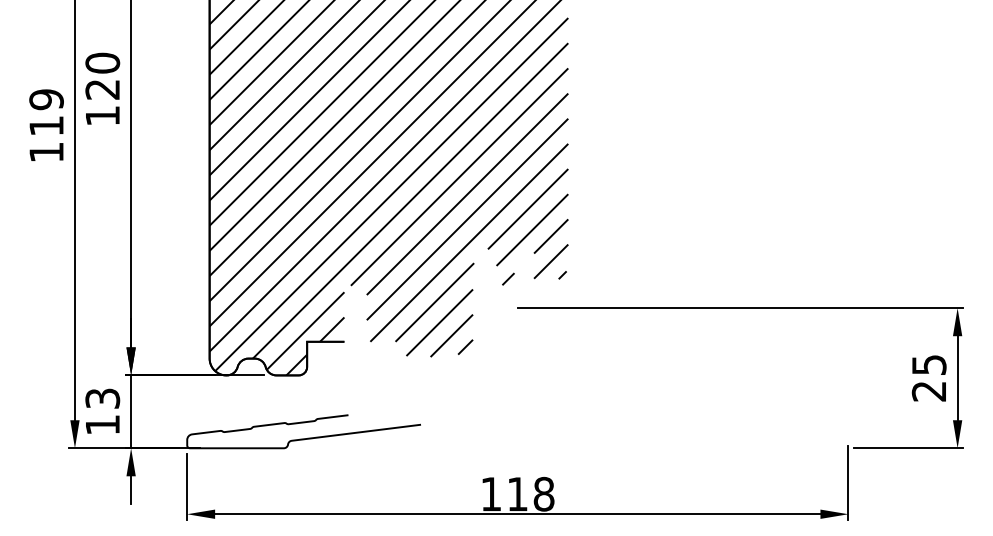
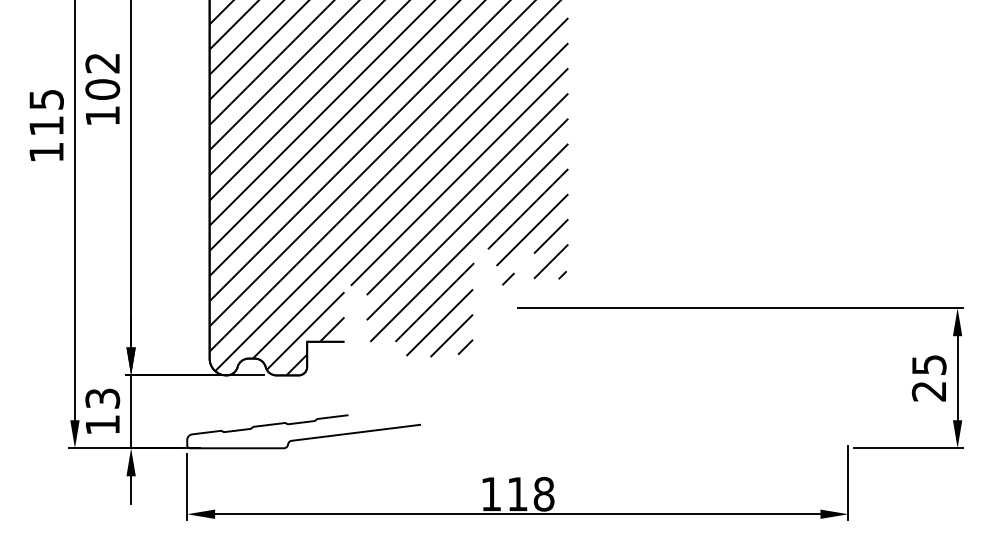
text at (102, 75): 120 -> 102
text at (46, 99): 119 -> 115
